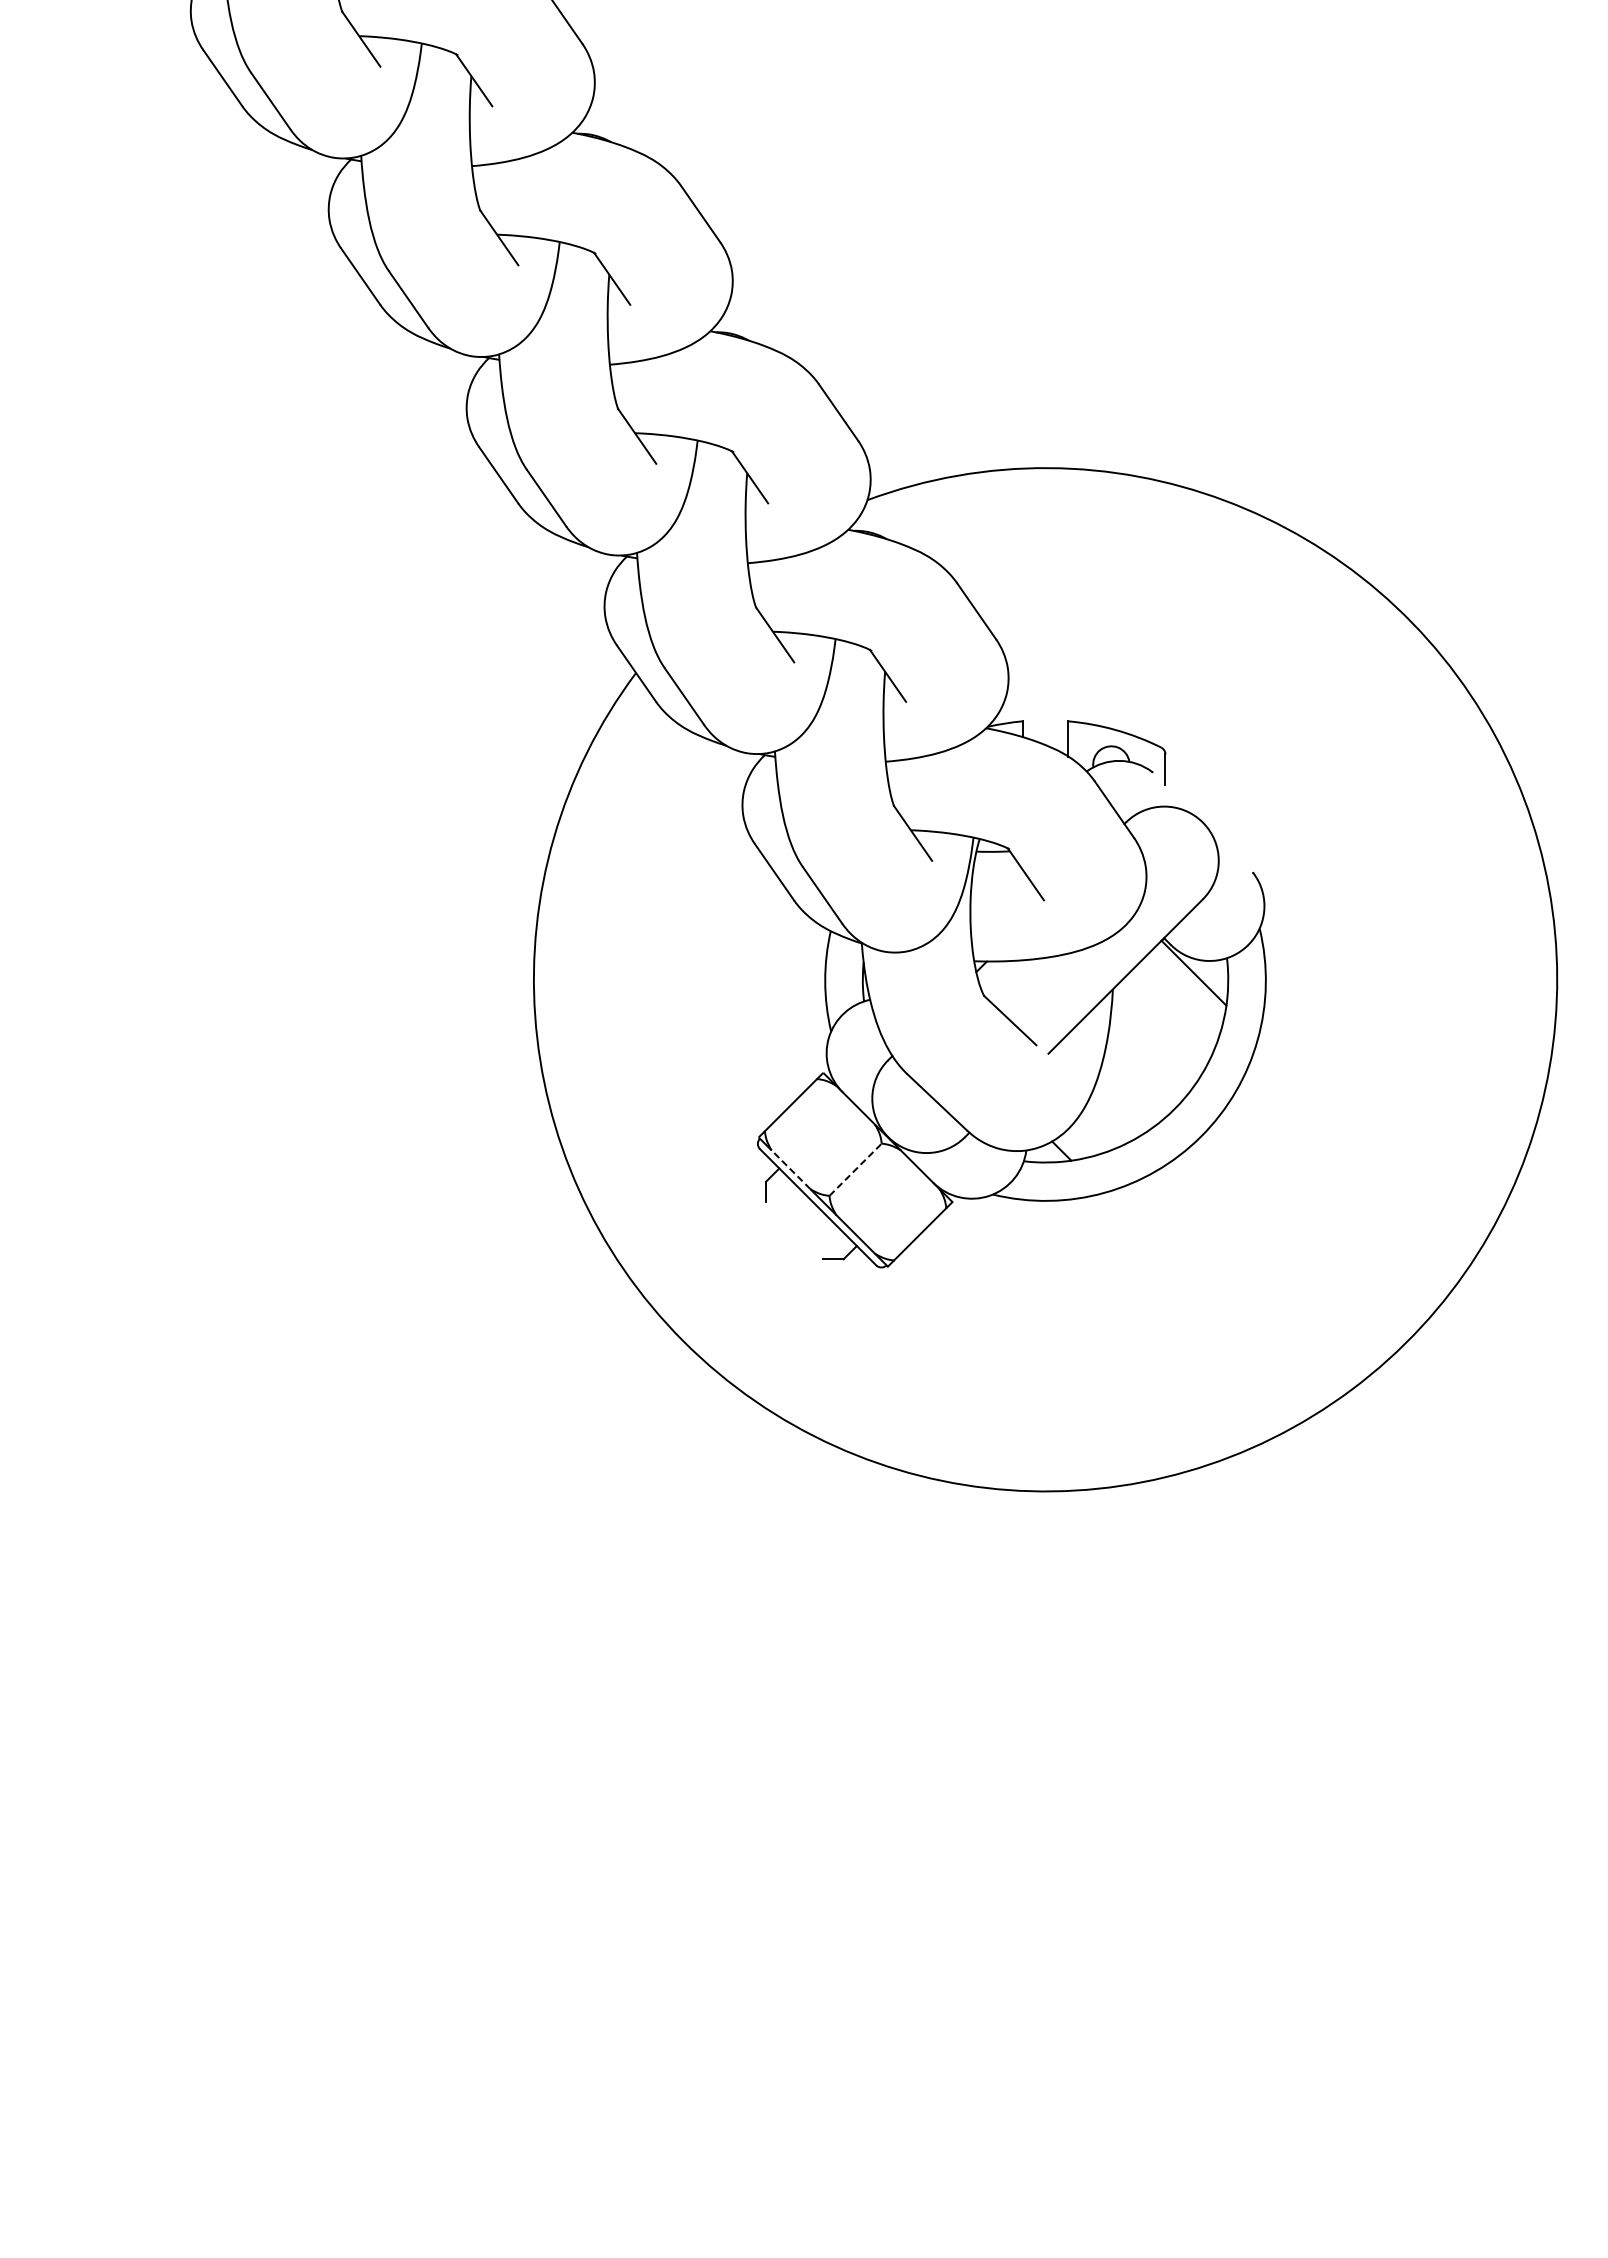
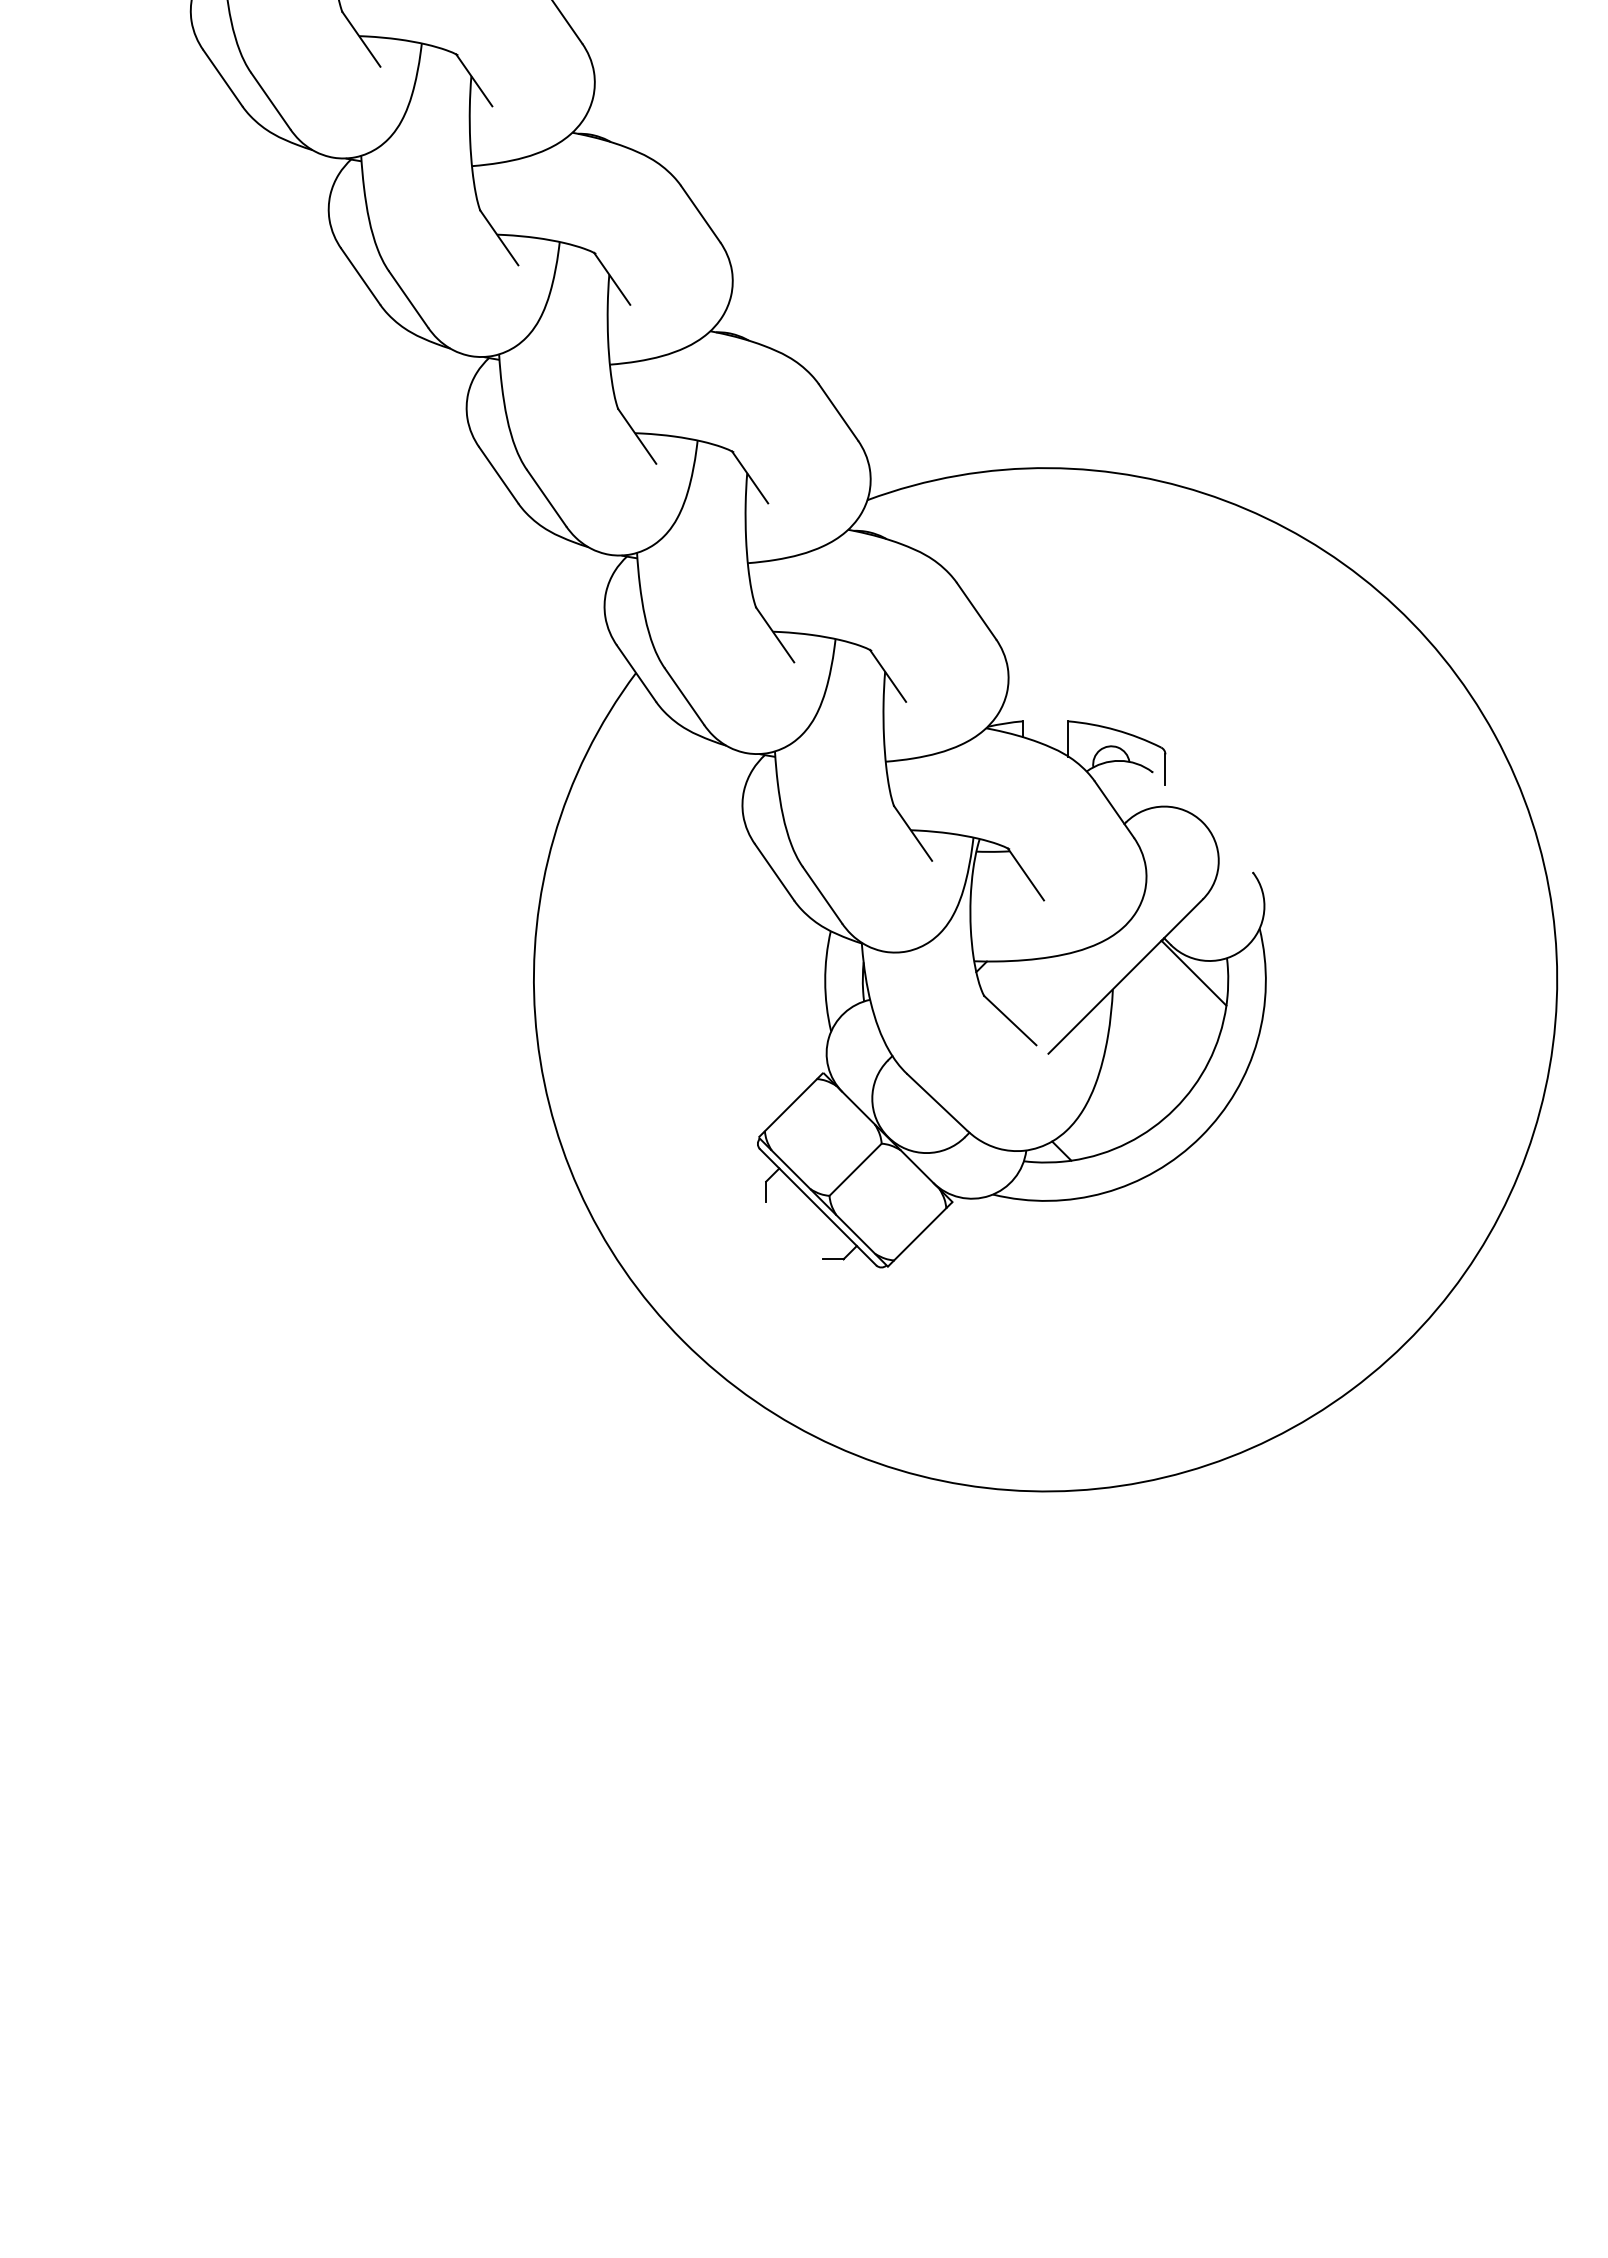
line at (790, 1169): dashed -> solid
line at (855, 1169): dashed -> solid
